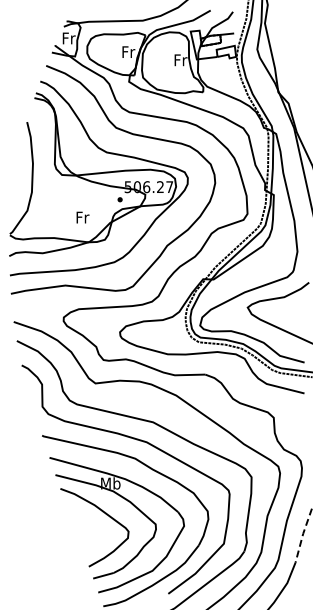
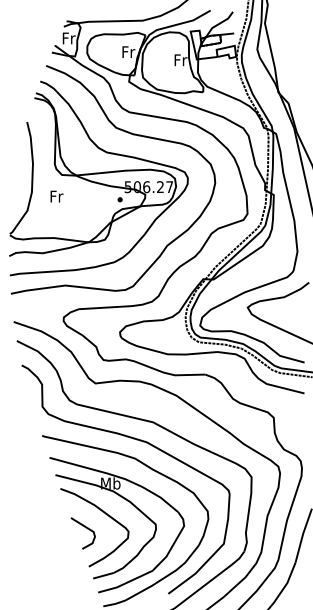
text at (82, 217) position: (82, 217) -> (56, 196)
line at (84, 527): none -> present
line at (302, 535): dashed -> solid
